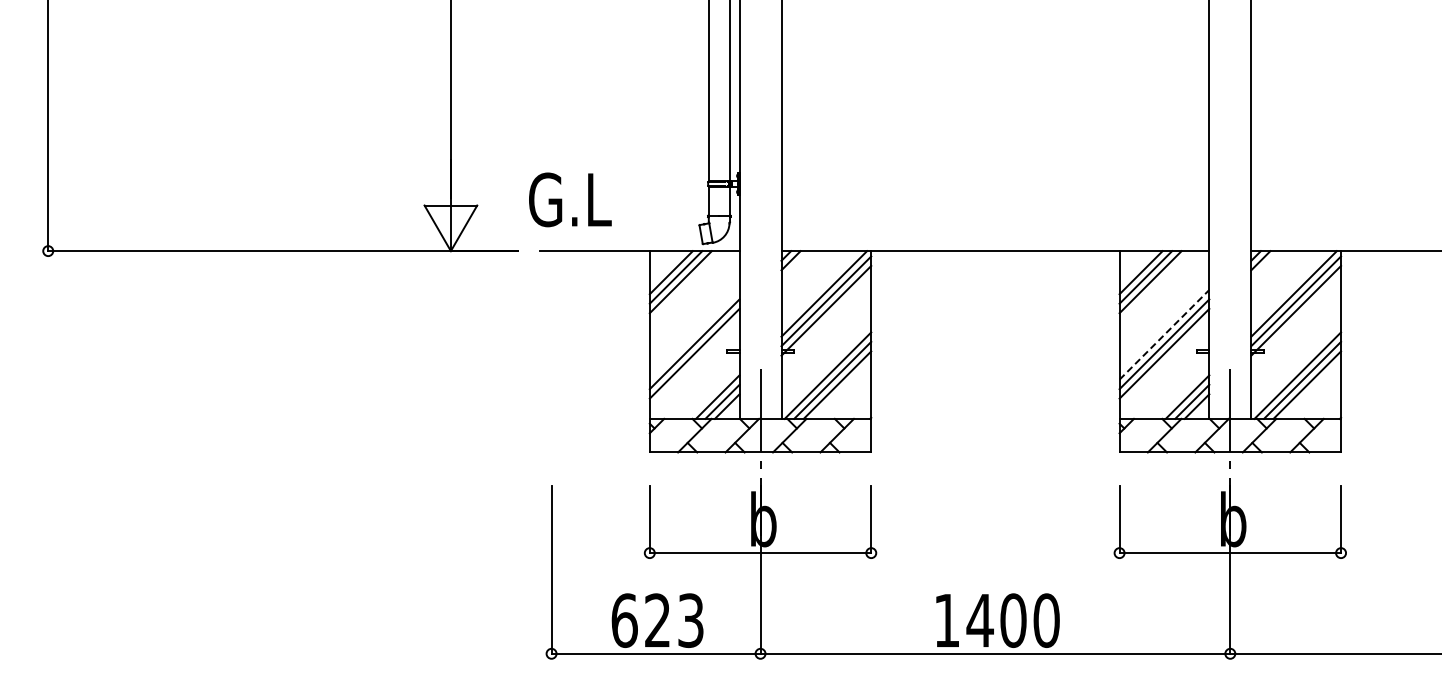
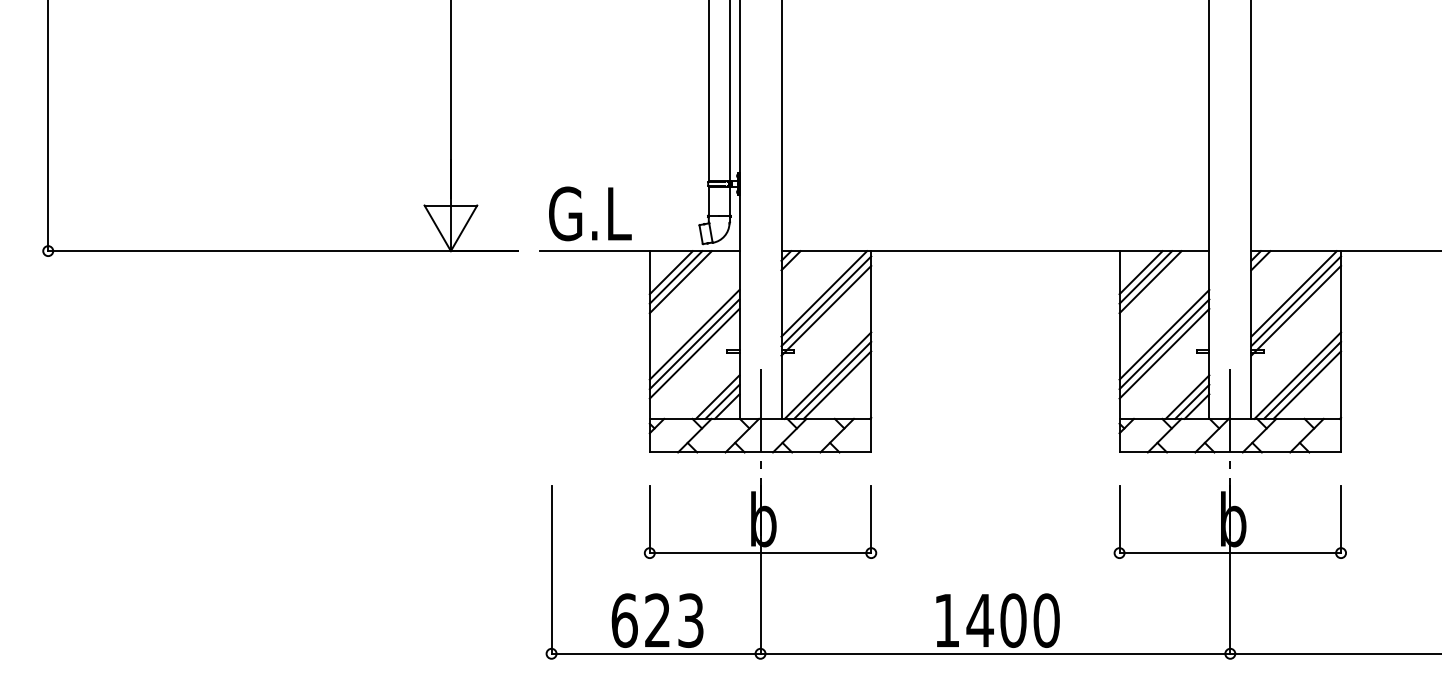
text at (570, 199) position: (570, 199) -> (590, 213)
line at (694, 334): none -> present
line at (1164, 334): dashed -> solid
